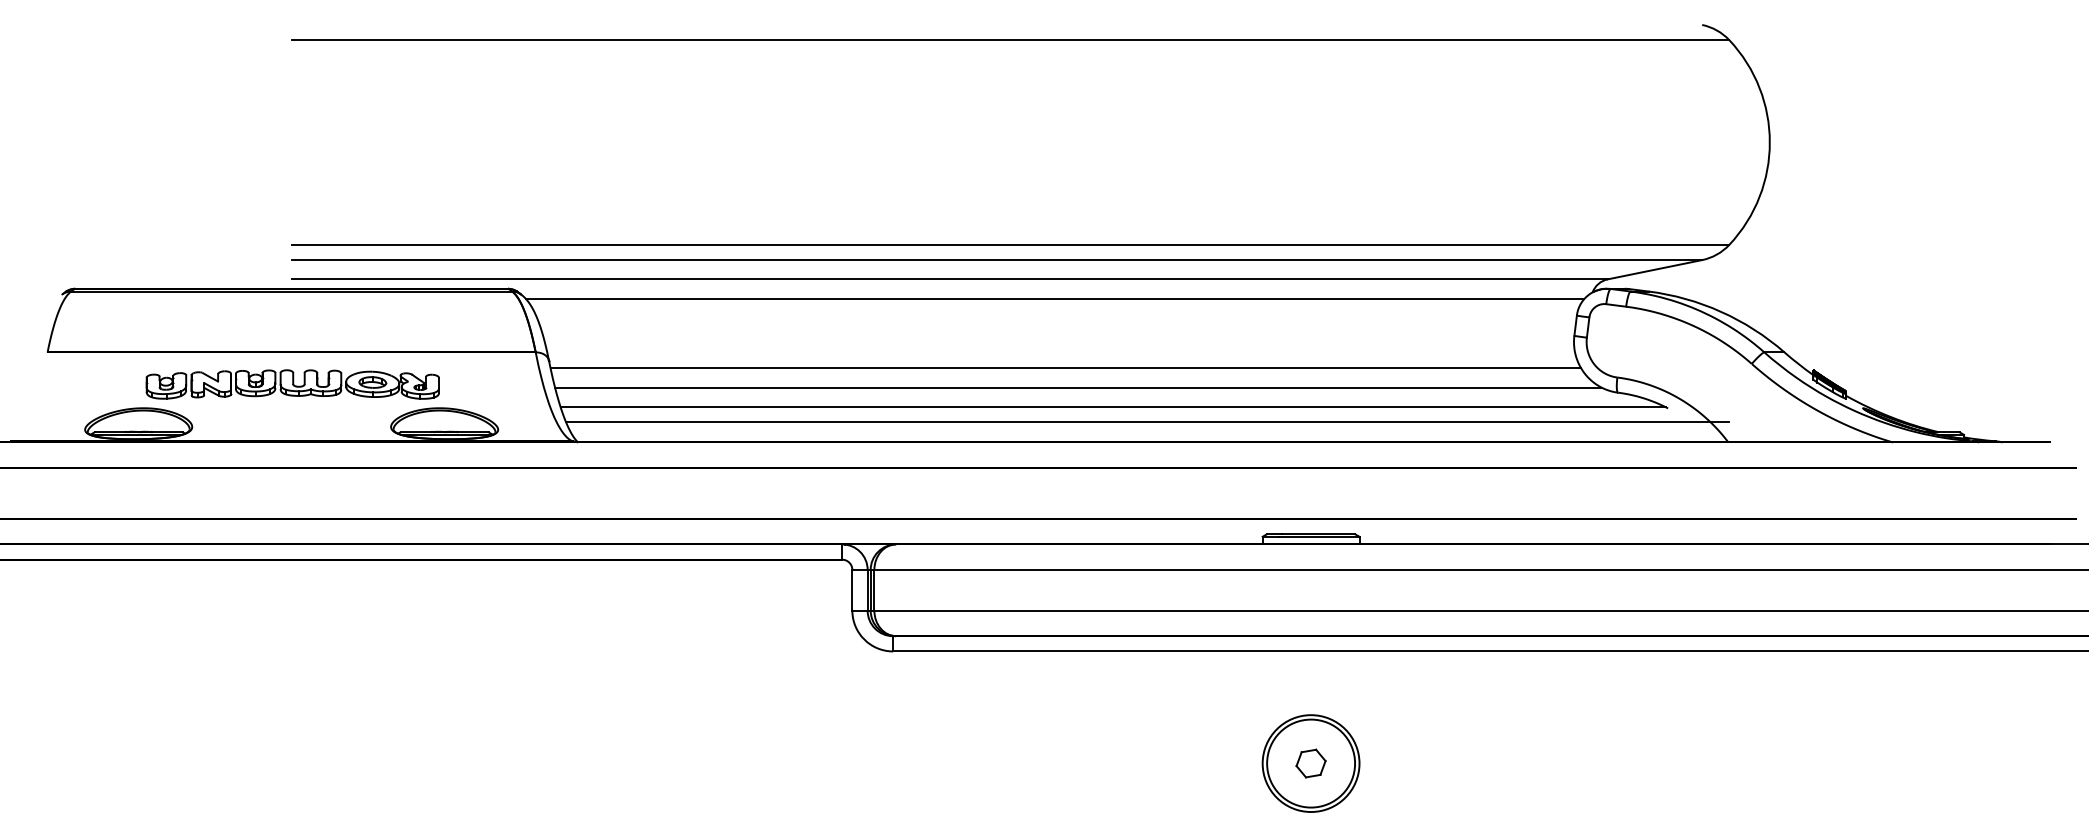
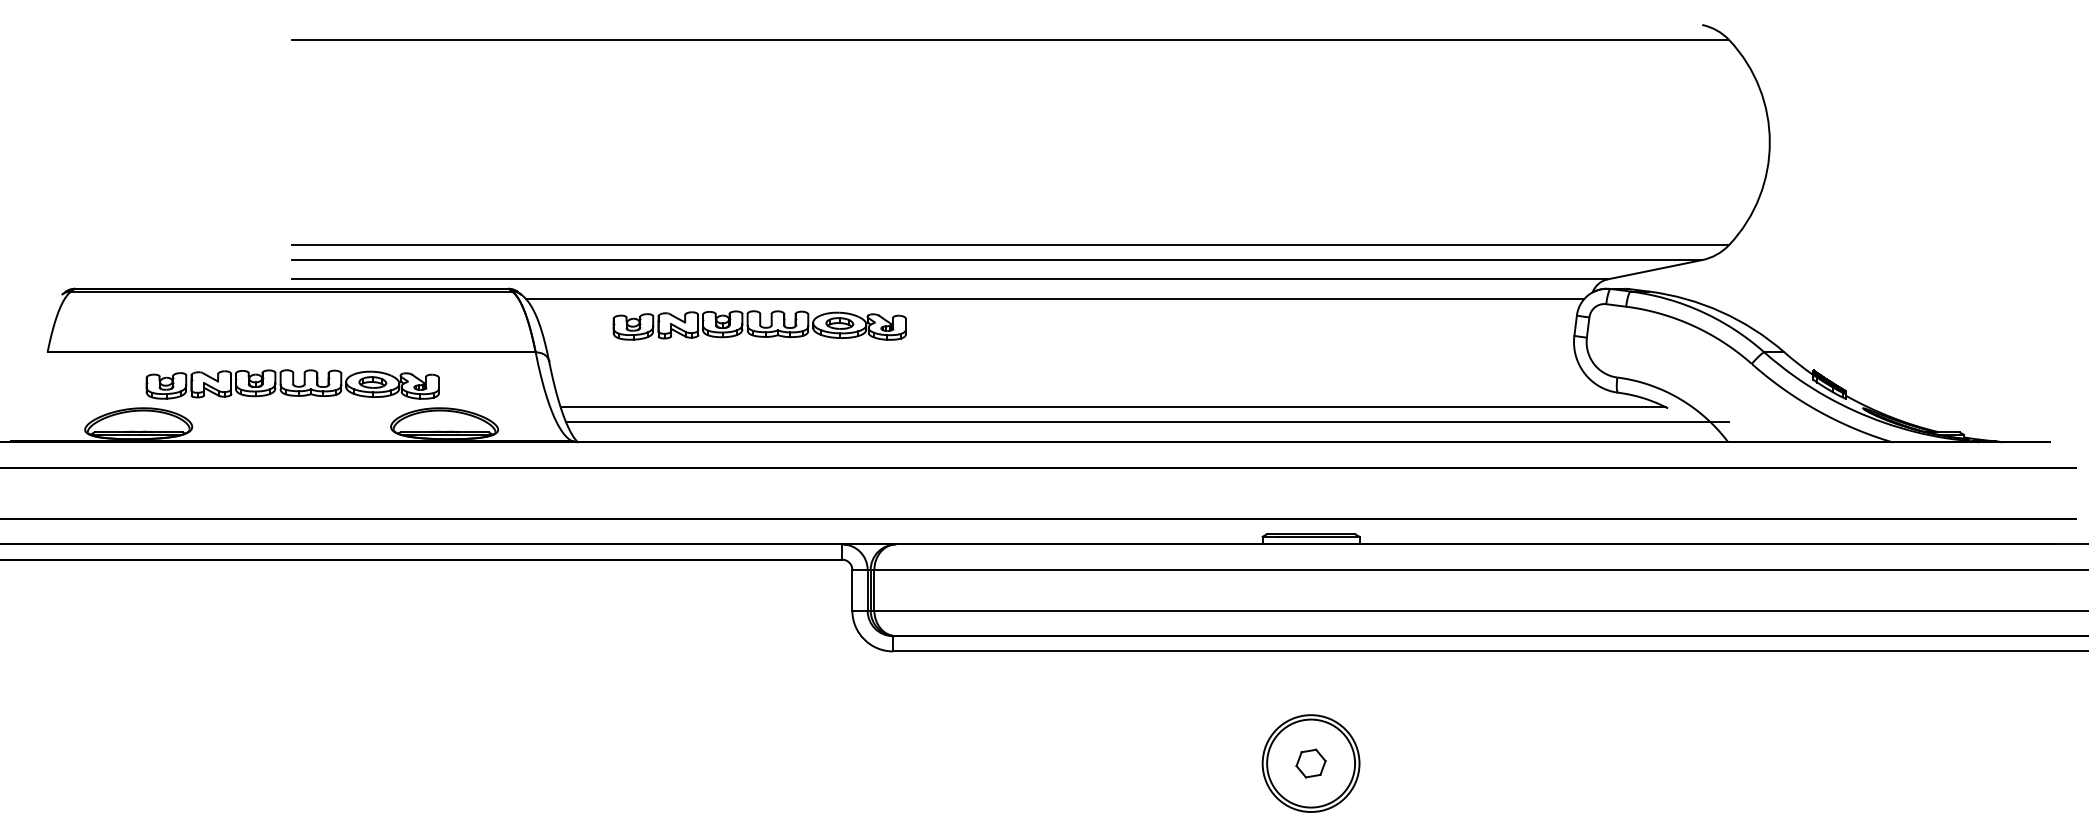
part at (759, 325): none -> present
line at (1065, 368): present -> none
line at (1078, 387): present -> none
